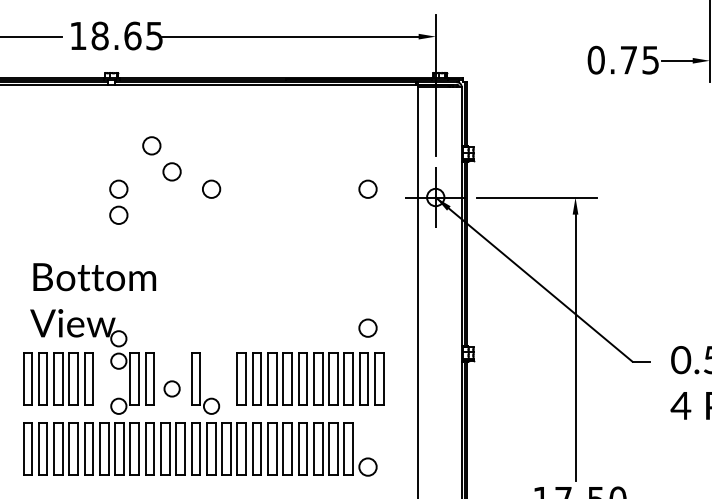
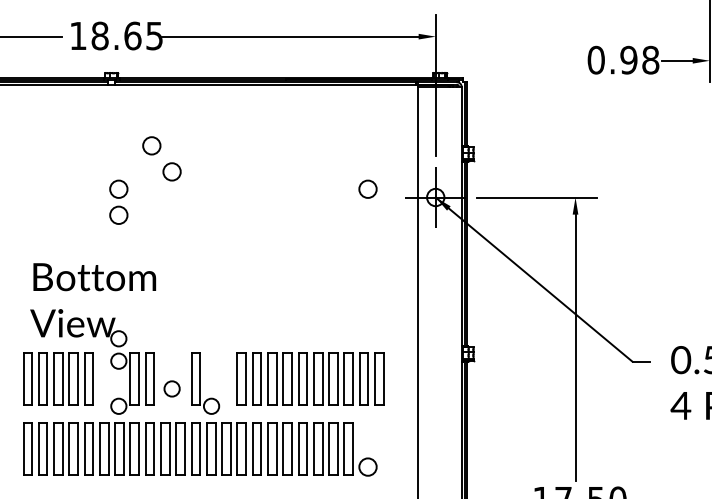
text at (639, 59): 0.75 -> 0.98
circle at (211, 188): present -> none
circle at (367, 327): present -> none
